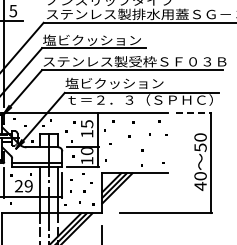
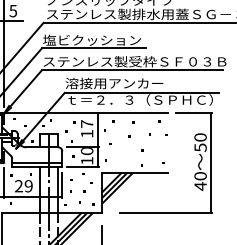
text at (114, 83): 塩ビクッション -> 溶接用アンカー
line at (194, 113): dashed -> solid
text at (87, 124): 15 -> 17
